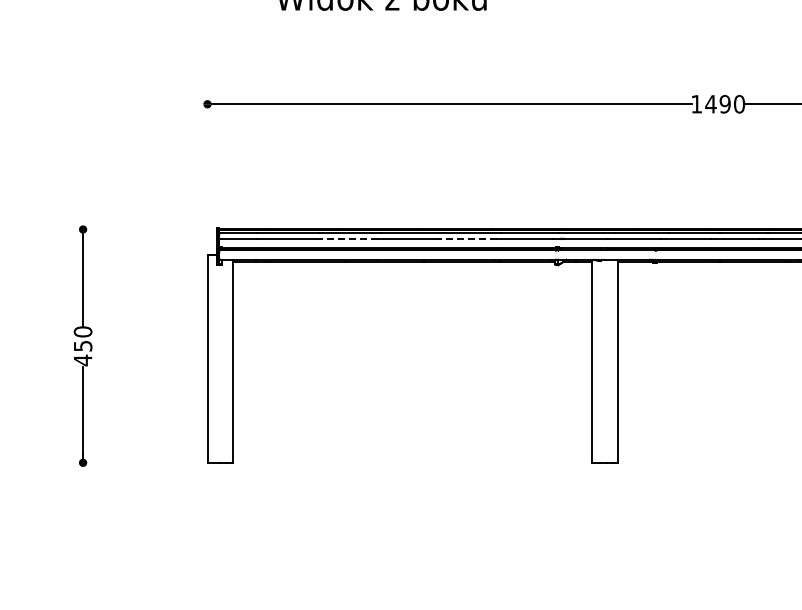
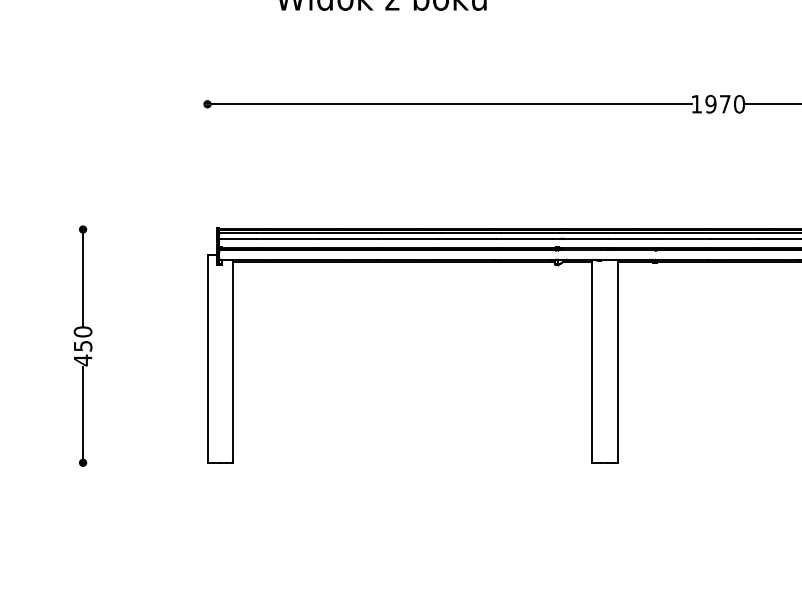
text at (717, 104): 1490 -> 1970
line at (347, 238): dashed -> solid
line at (466, 238): dashed -> solid
